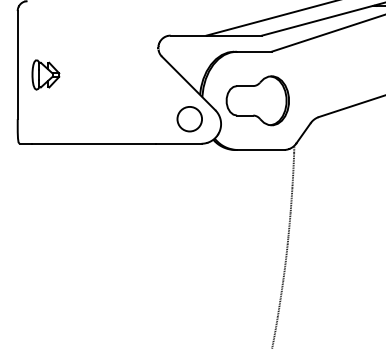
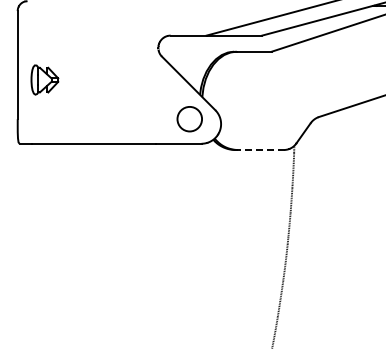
part at (45, 74) position: (45, 74) -> (44, 79)
part at (257, 100): present -> none
line at (260, 149): solid -> dashed
